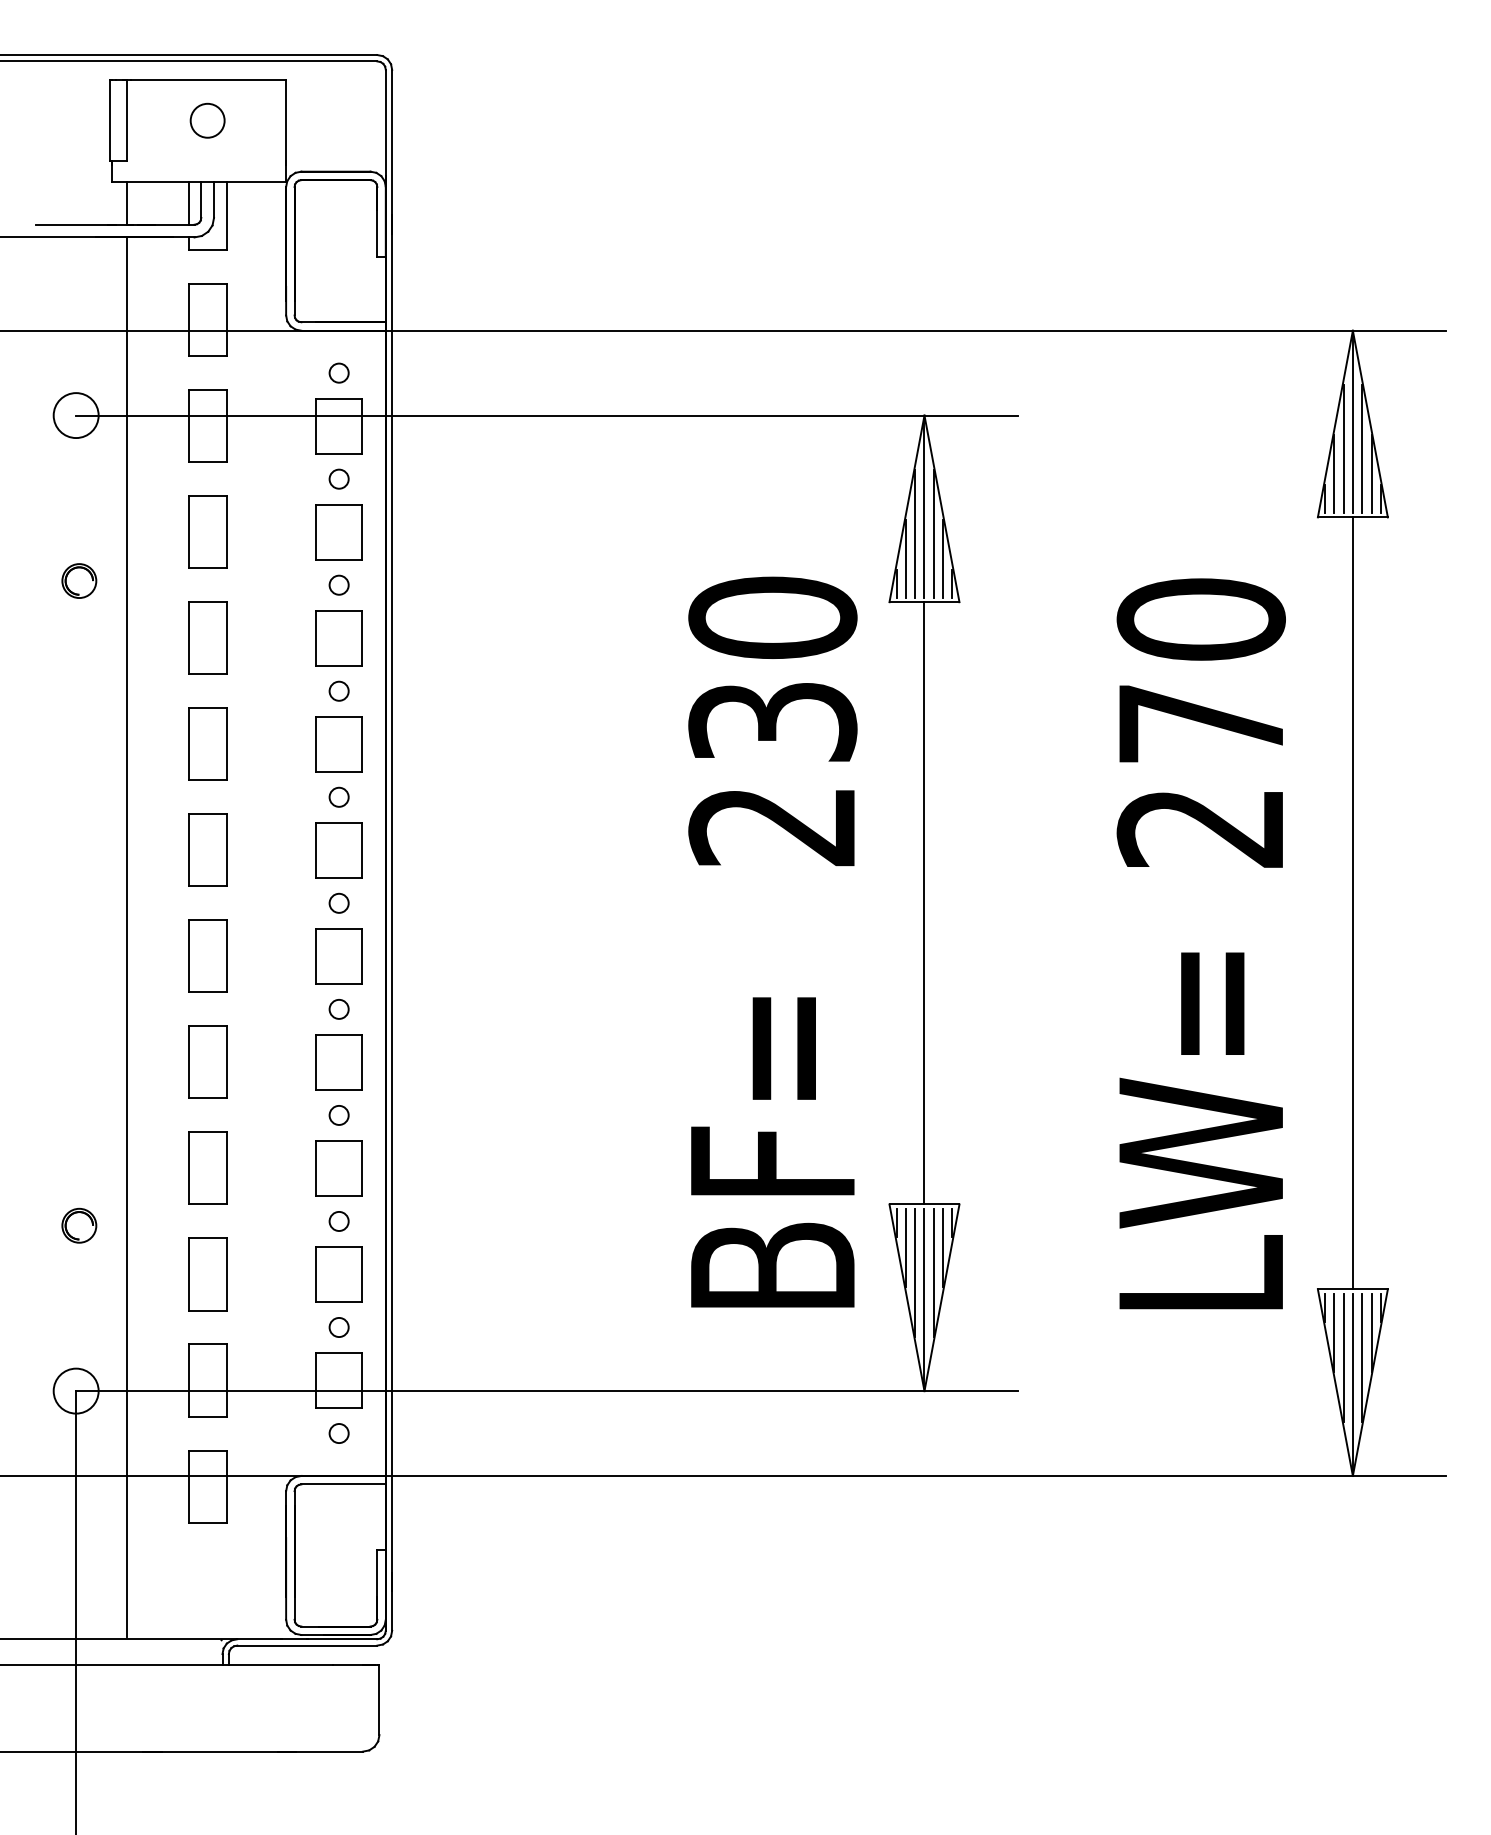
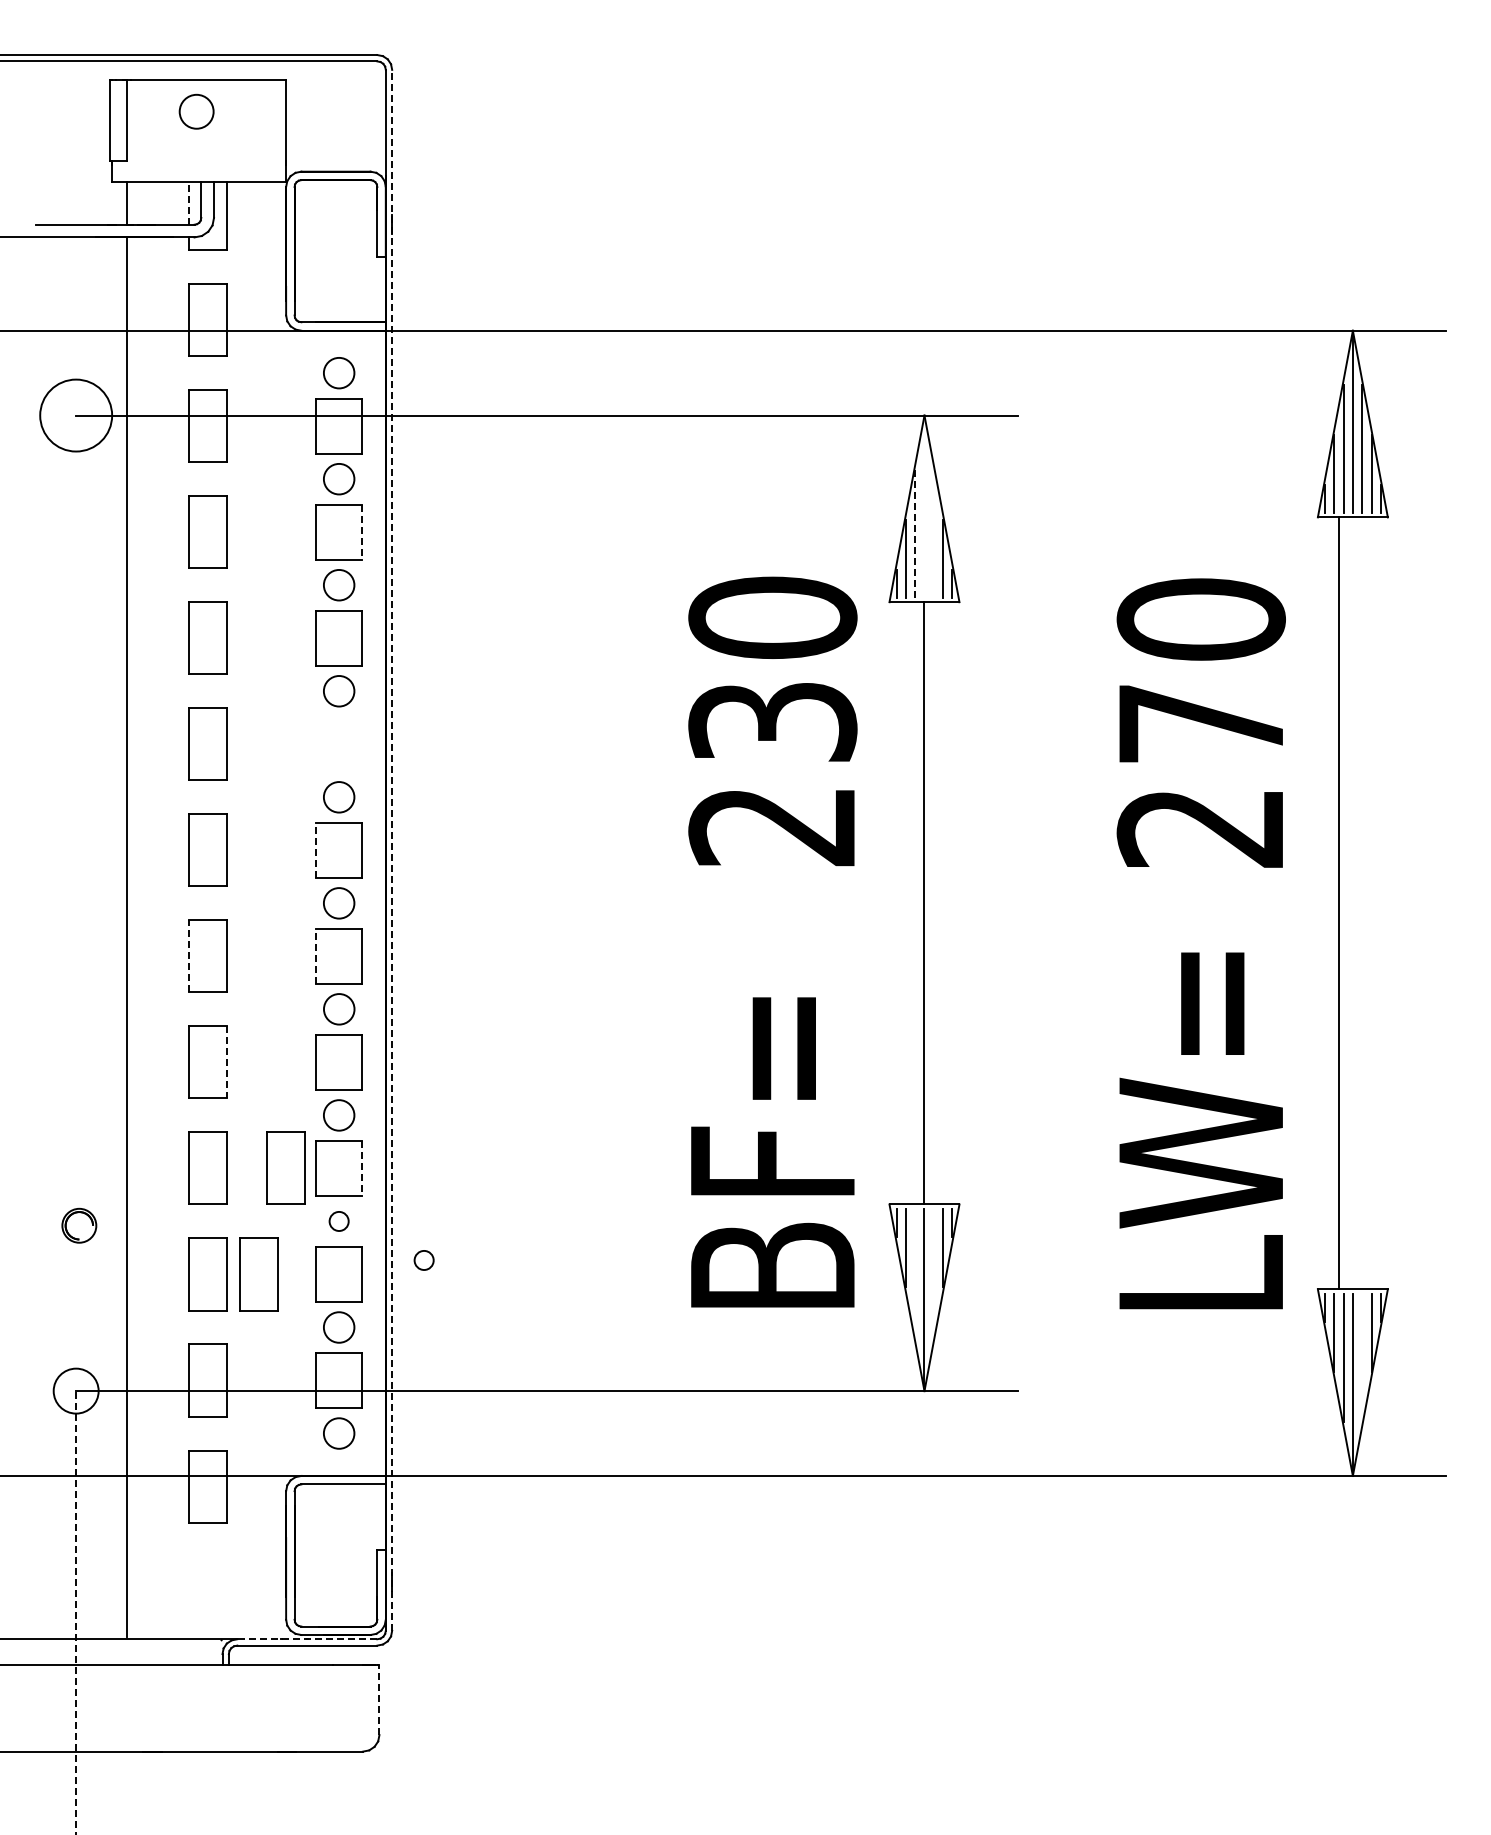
circle at (207, 120) position: (207, 120) -> (196, 111)
line at (188, 203): solid -> dashed
circle at (338, 372) diameter: 19 px -> 31 px
circle at (75, 415) diameter: 45 px -> 72 px
circle at (338, 478) diameter: 19 px -> 31 px
line at (924, 508): present -> none
line at (362, 532): solid -> dashed
line at (915, 533): solid -> dashed
line at (933, 533): present -> none
part at (79, 580): present -> none
circle at (338, 584) diameter: 19 px -> 31 px
circle at (338, 690) diameter: 19 px -> 31 px
part at (338, 744): present -> none
circle at (338, 796) diameter: 19 px -> 31 px
line at (392, 849): solid -> dashed
line at (315, 850): solid -> dashed
circle at (338, 902) diameter: 19 px -> 31 px
line at (1352, 903) position: (1352, 903) -> (1338, 903)
line at (188, 955): solid -> dashed
line at (315, 956): solid -> dashed
circle at (338, 1009) size: 22x21 px -> 33x33 px
line at (226, 1062): solid -> dashed
circle at (338, 1114) diameter: 19 px -> 31 px
part at (285, 1167): none -> present
line at (362, 1168): solid -> dashed
circle at (423, 1260): none -> present
line at (915, 1272): present -> none
line at (933, 1272): present -> none
part at (258, 1274): none -> present
circle at (338, 1327) diameter: 19 px -> 31 px
line at (1362, 1357): present -> none
circle at (338, 1433) diameter: 19 px -> 31 px
line at (76, 1612): solid -> dashed
line at (307, 1639): solid -> dashed
line at (379, 1699): solid -> dashed
